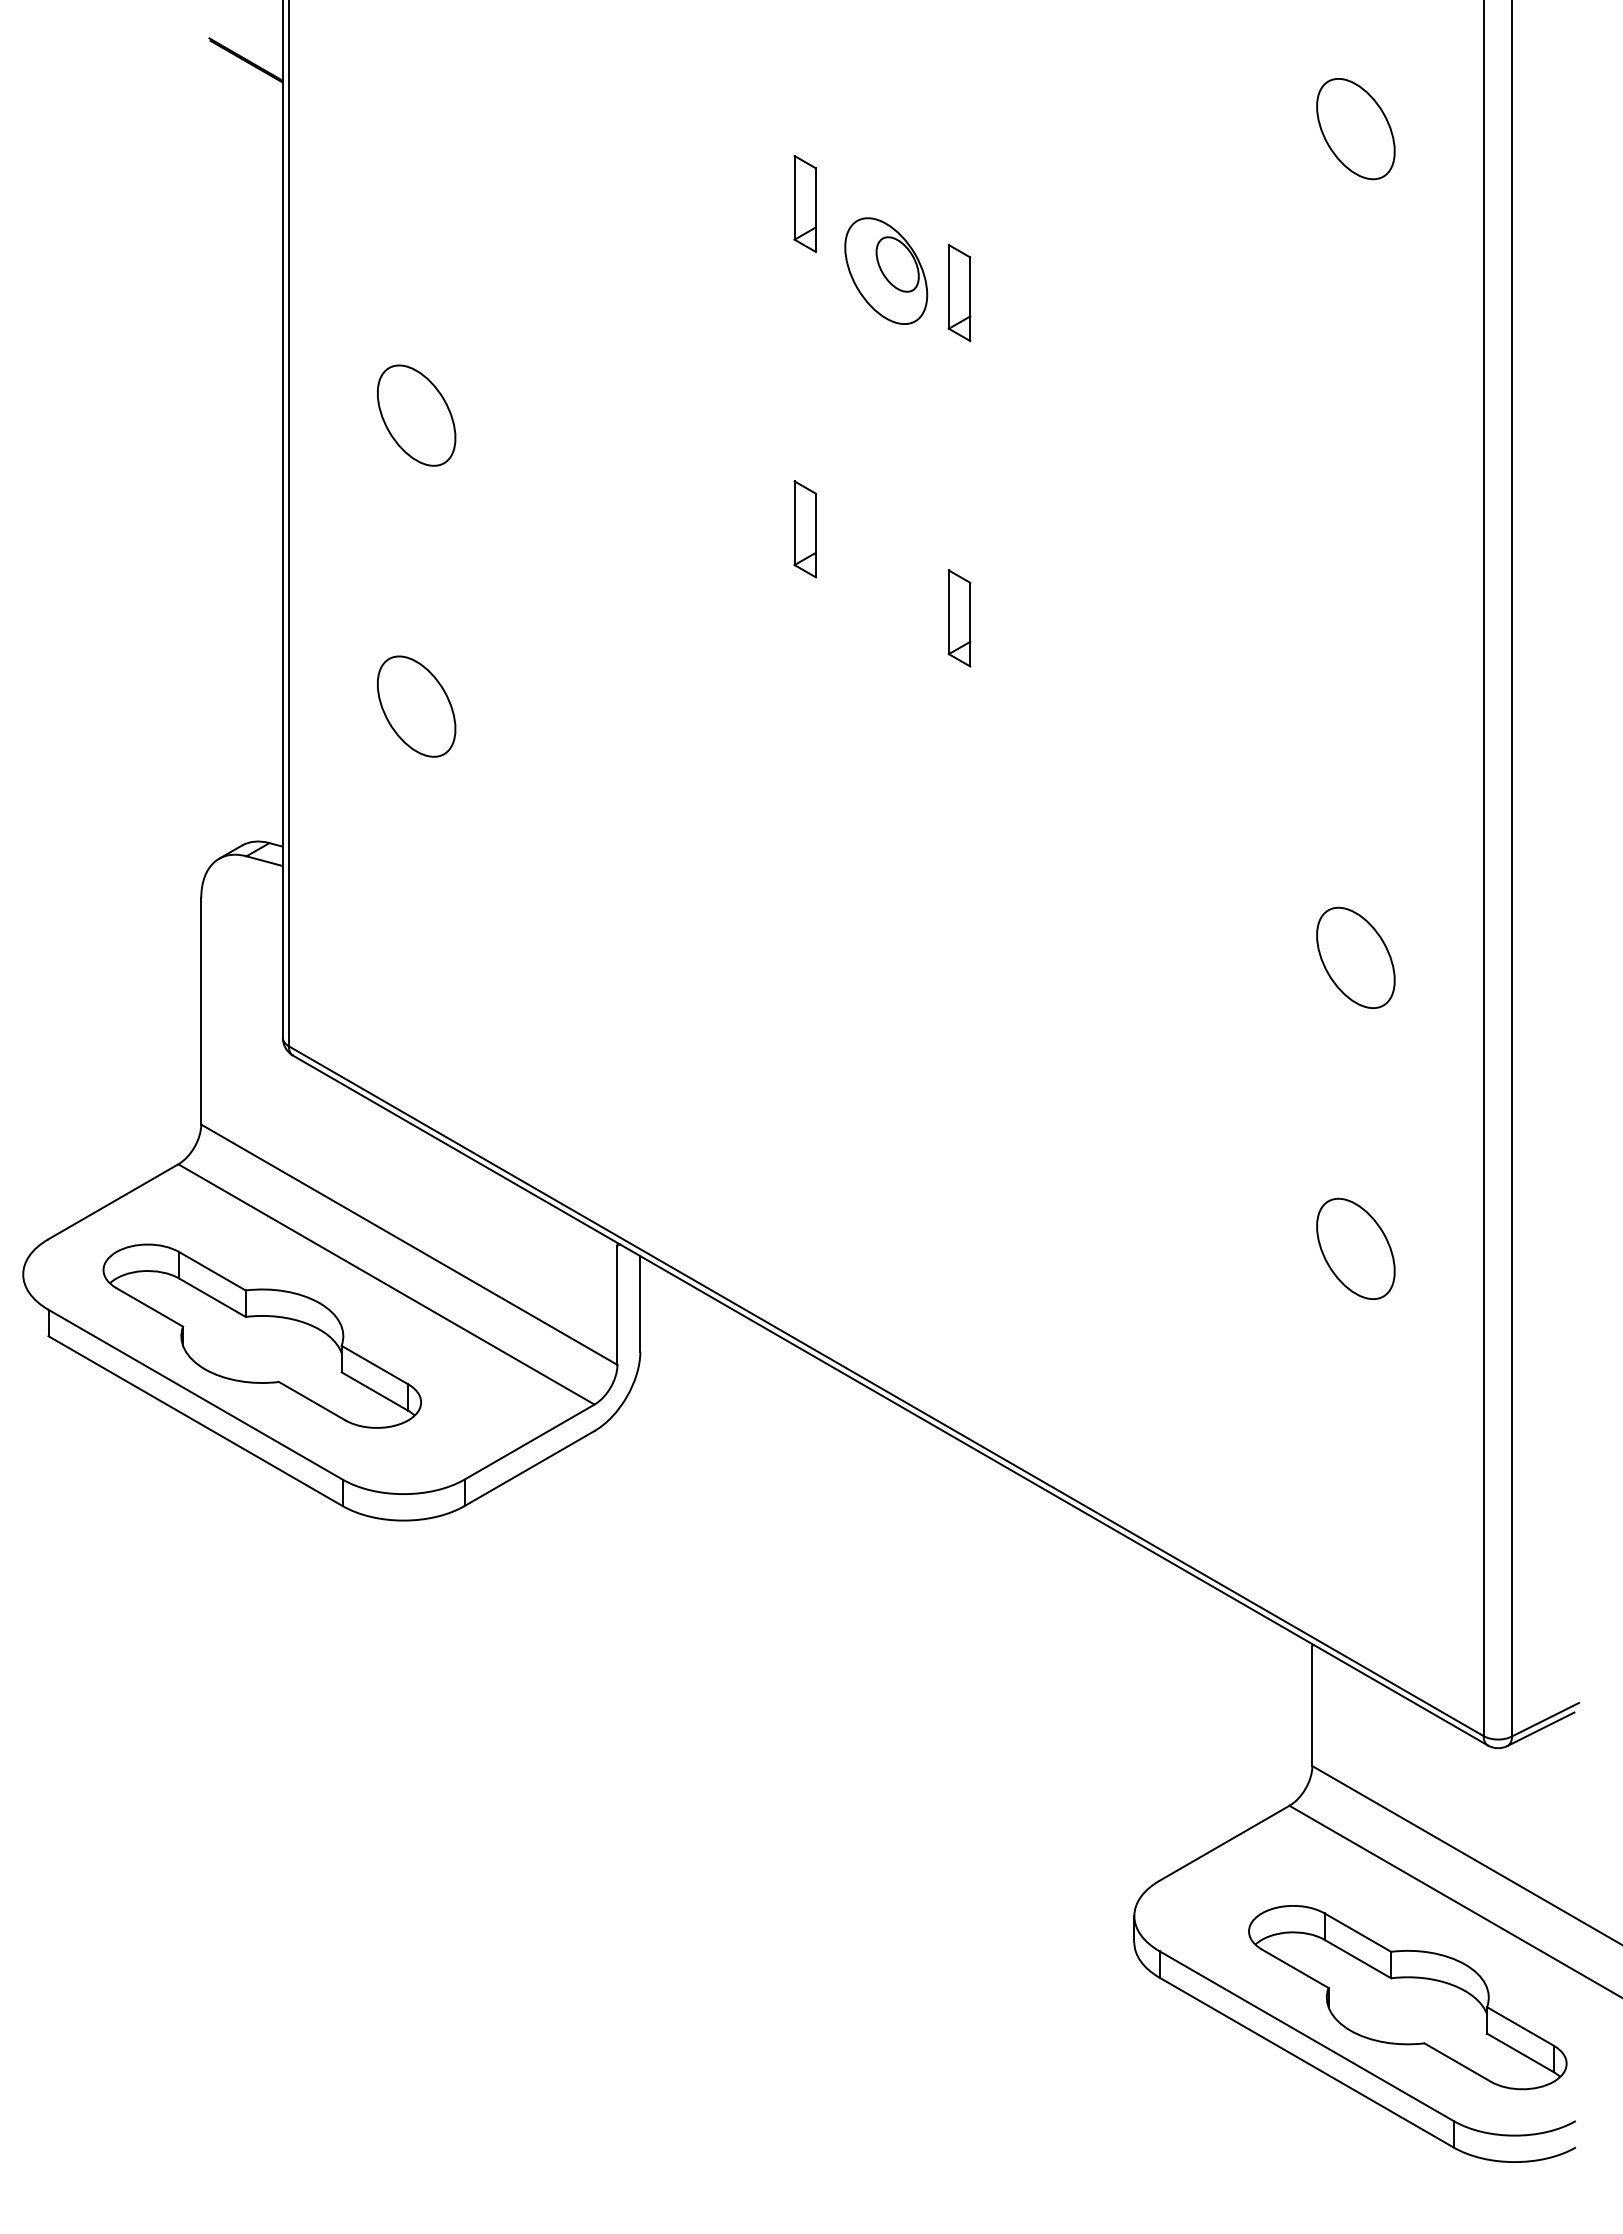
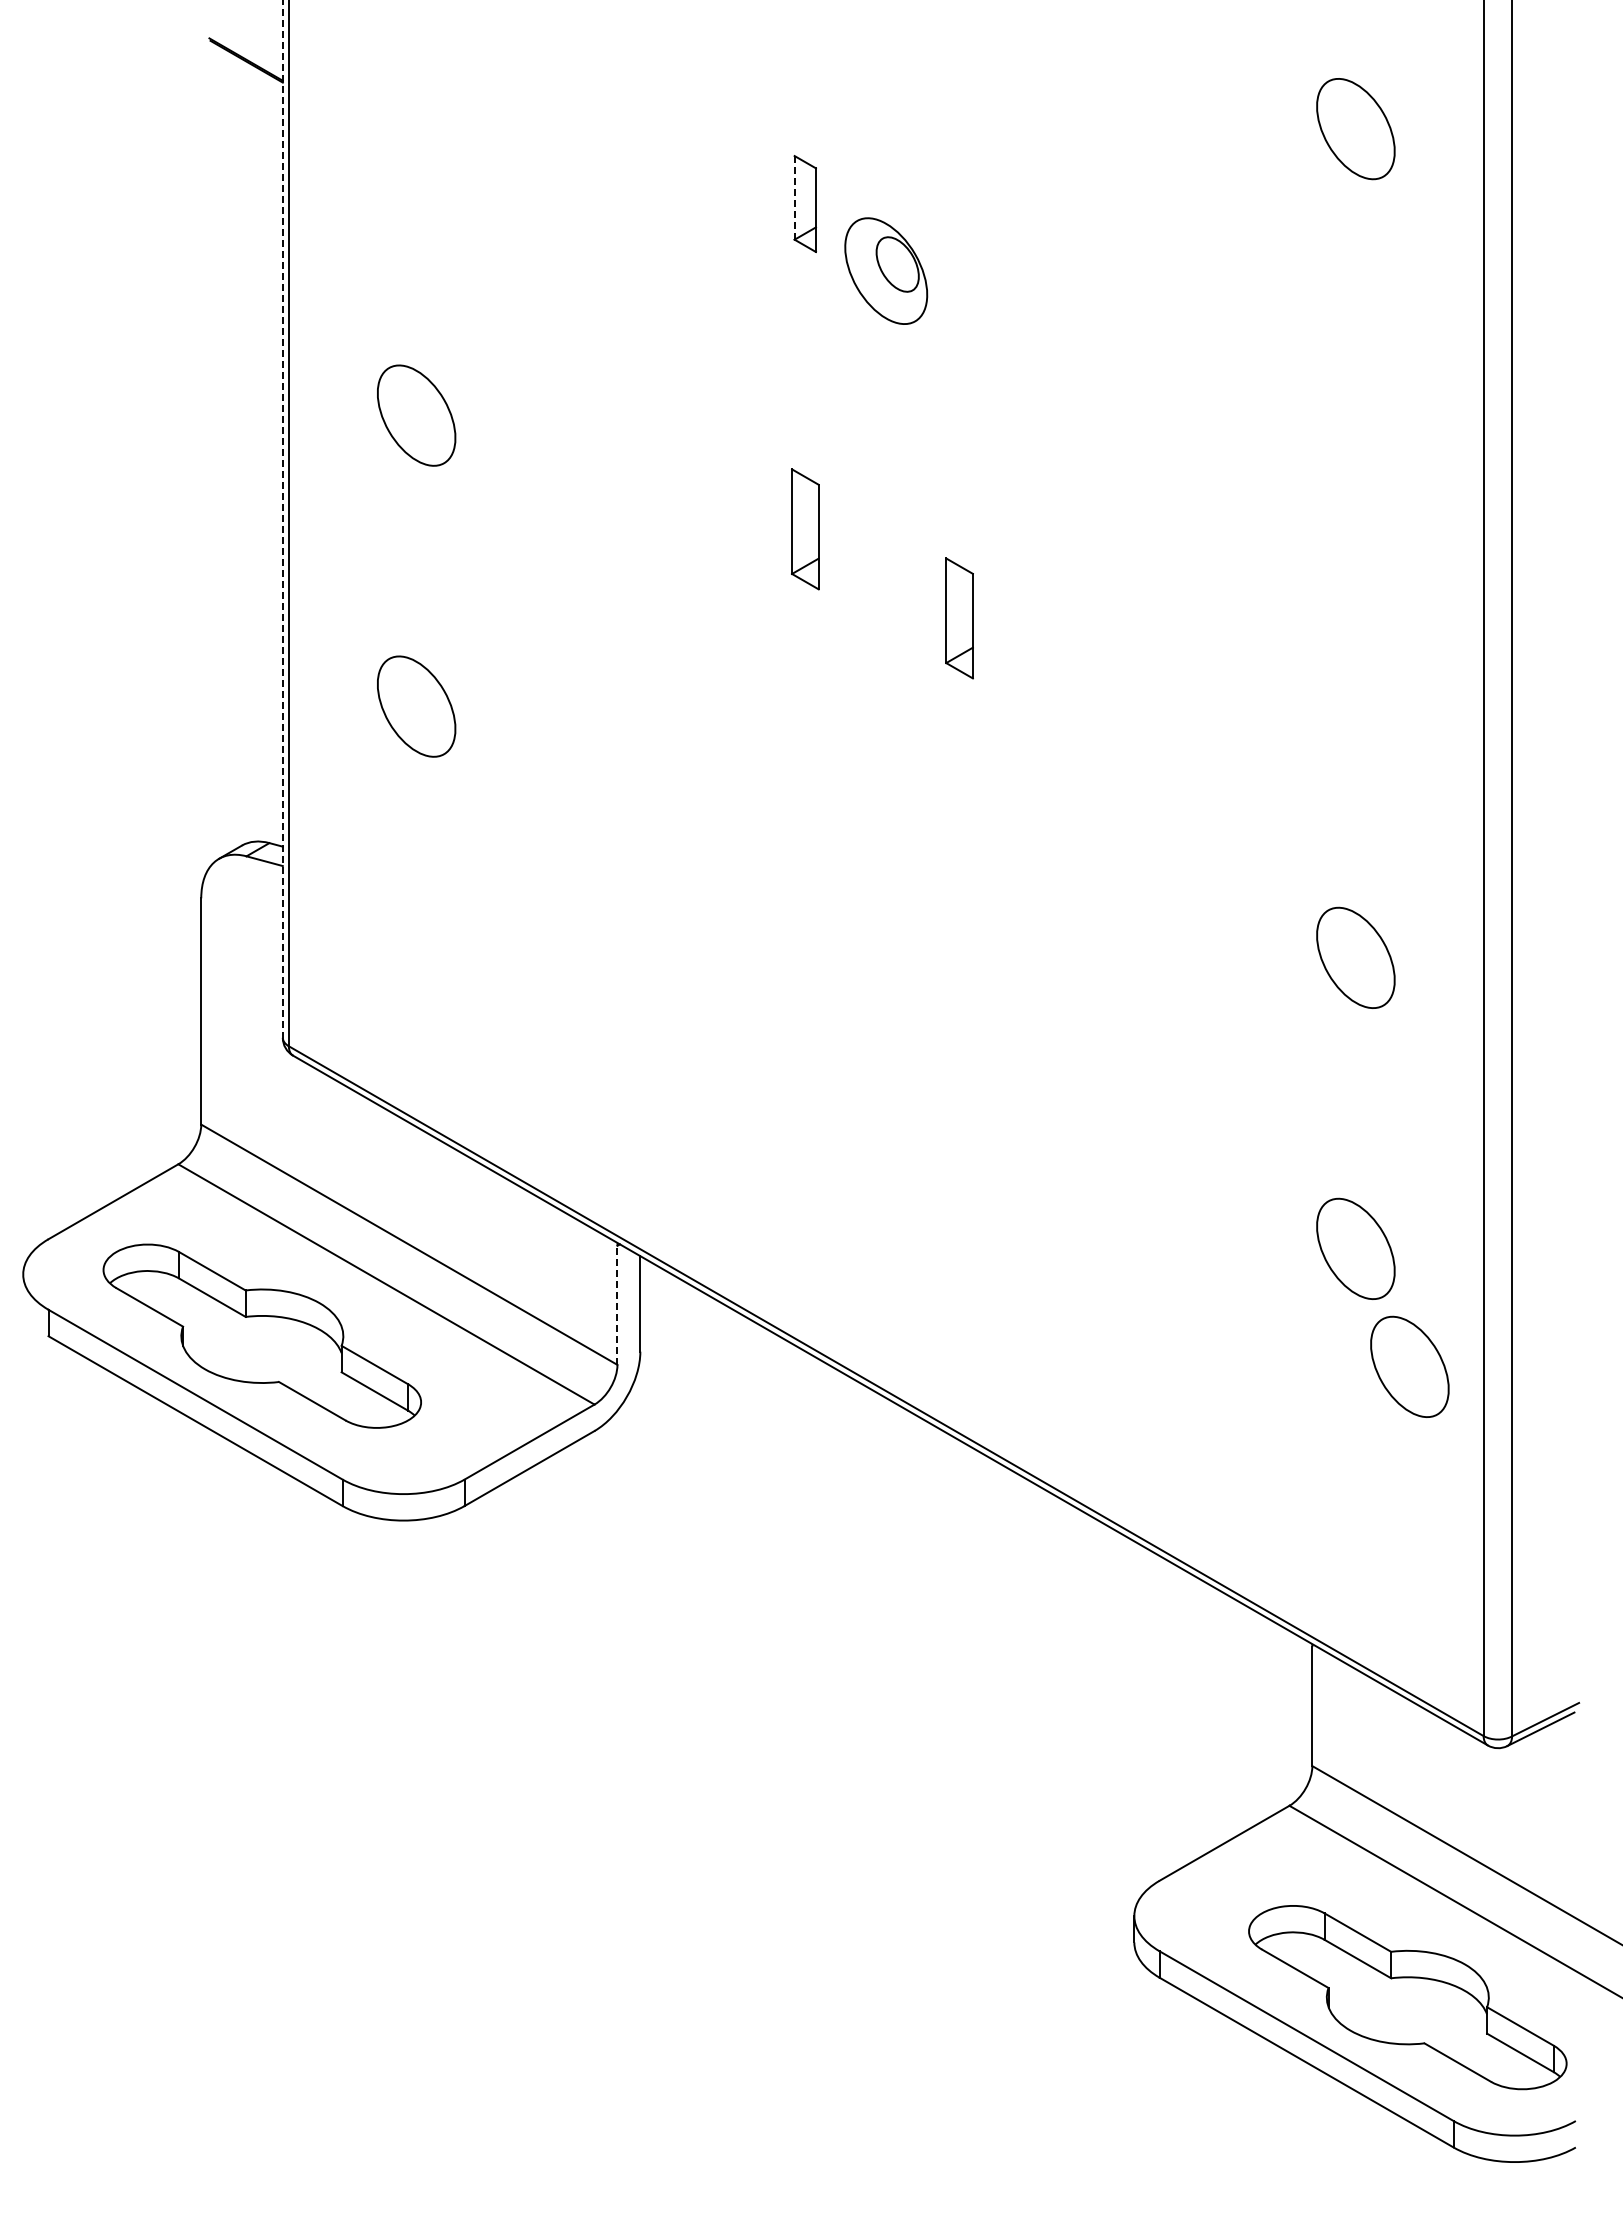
line at (794, 197): solid -> dashed
part at (959, 293): present -> none
line at (282, 519): solid -> dashed
part at (804, 529) size: 24x99 px -> 29x123 px
part at (959, 618) size: 25x99 px -> 29x123 px
line at (617, 1305): solid -> dashed
part at (1409, 1366): none -> present
